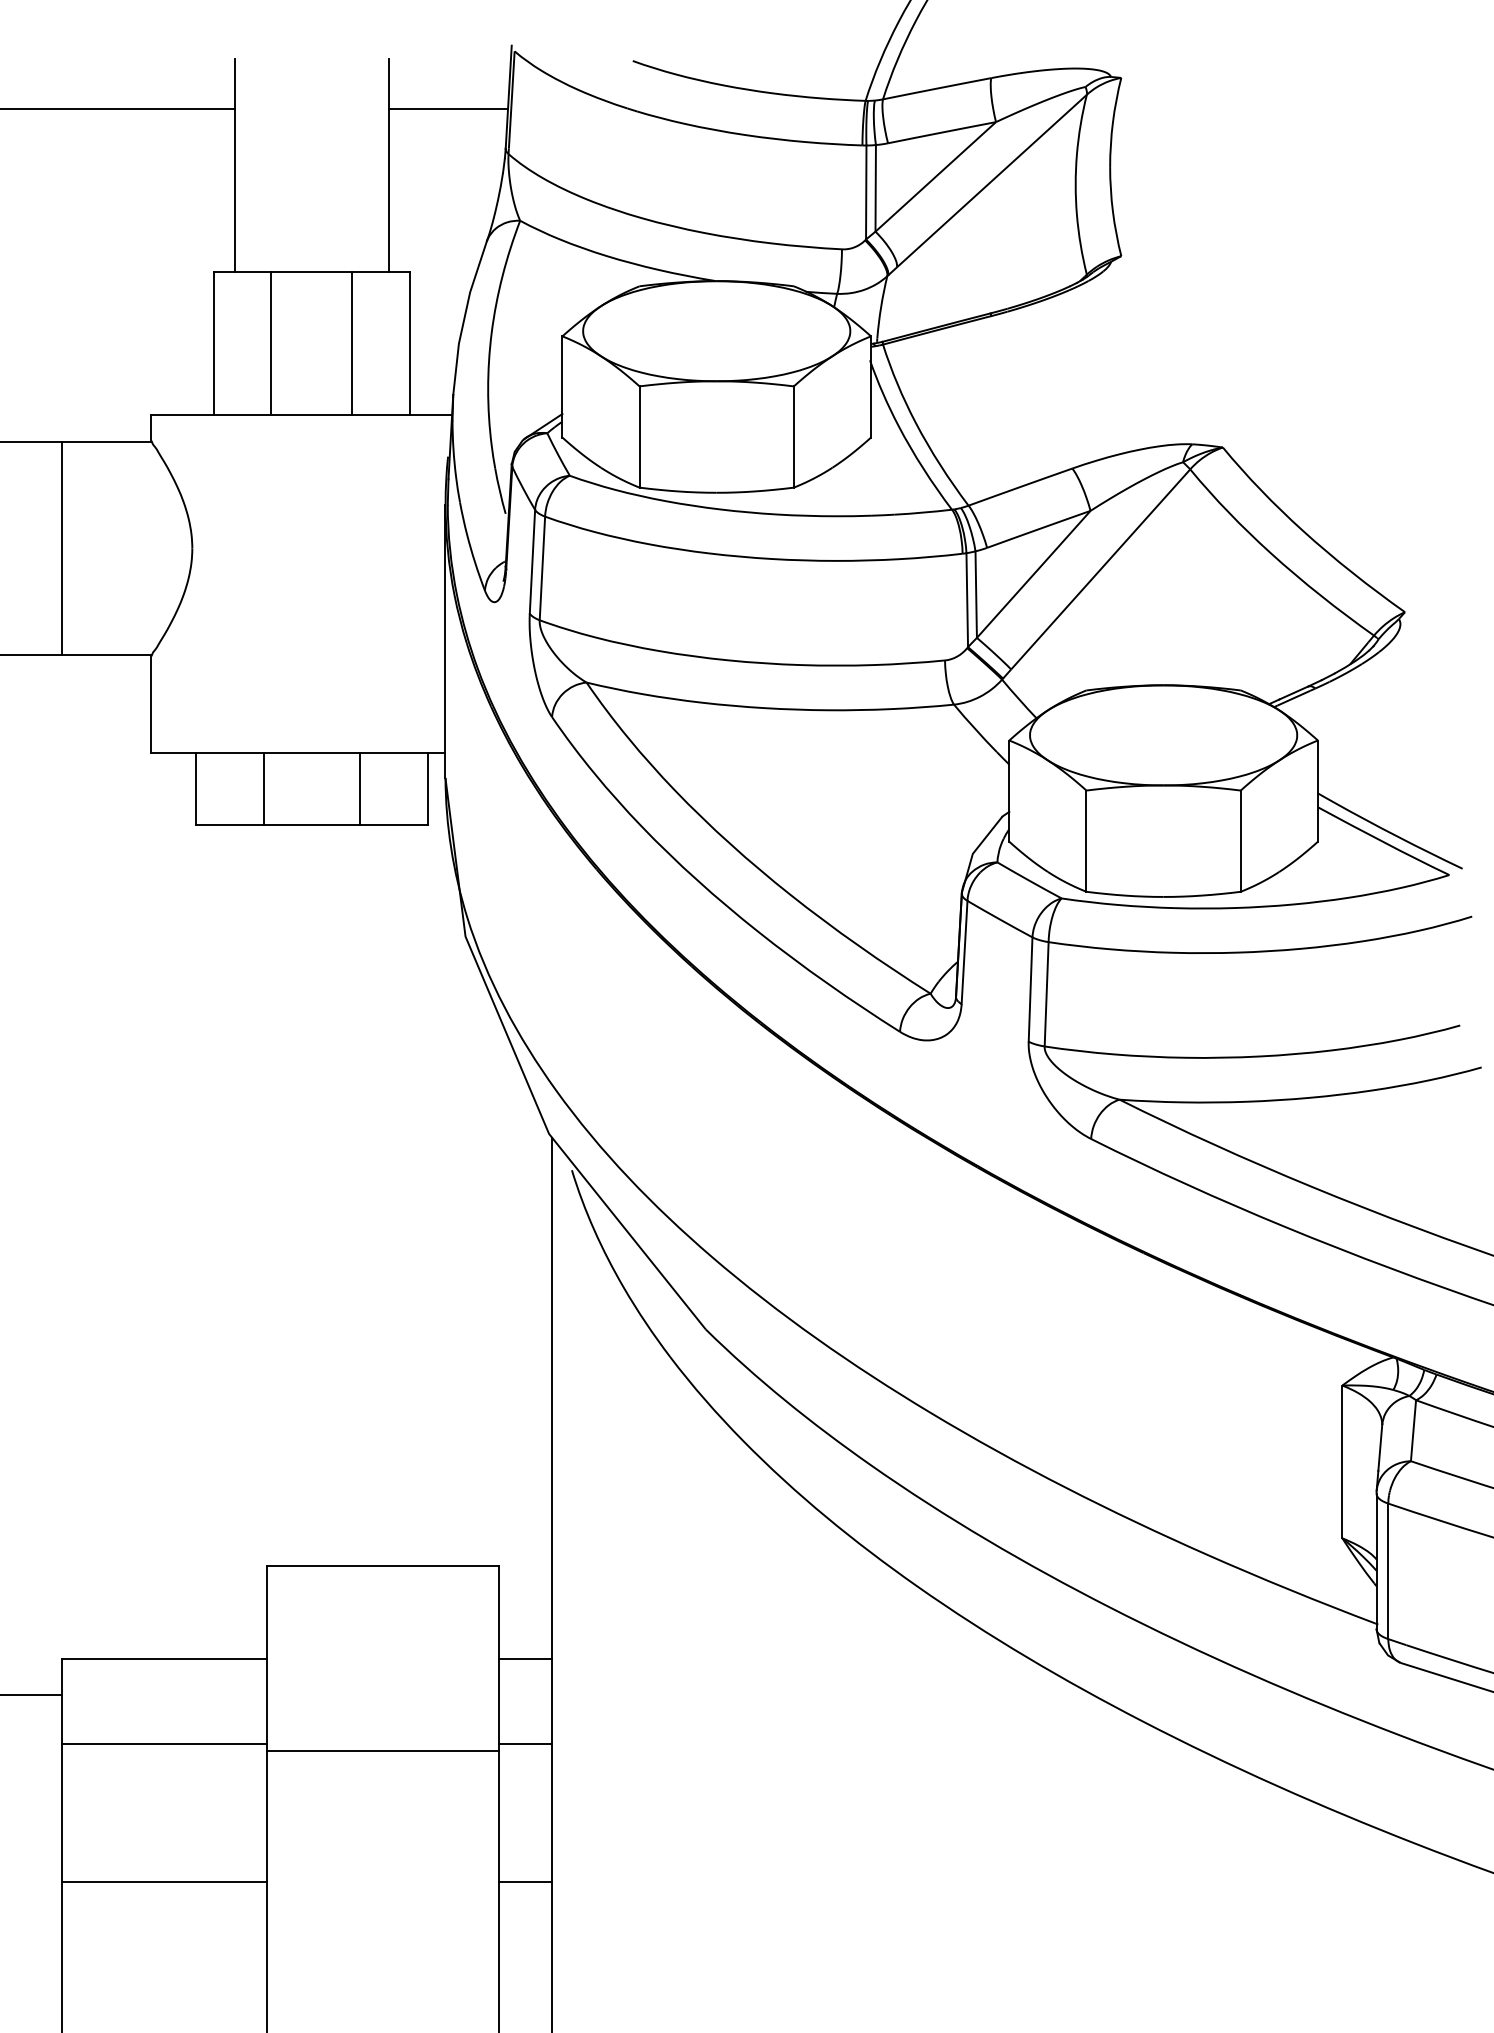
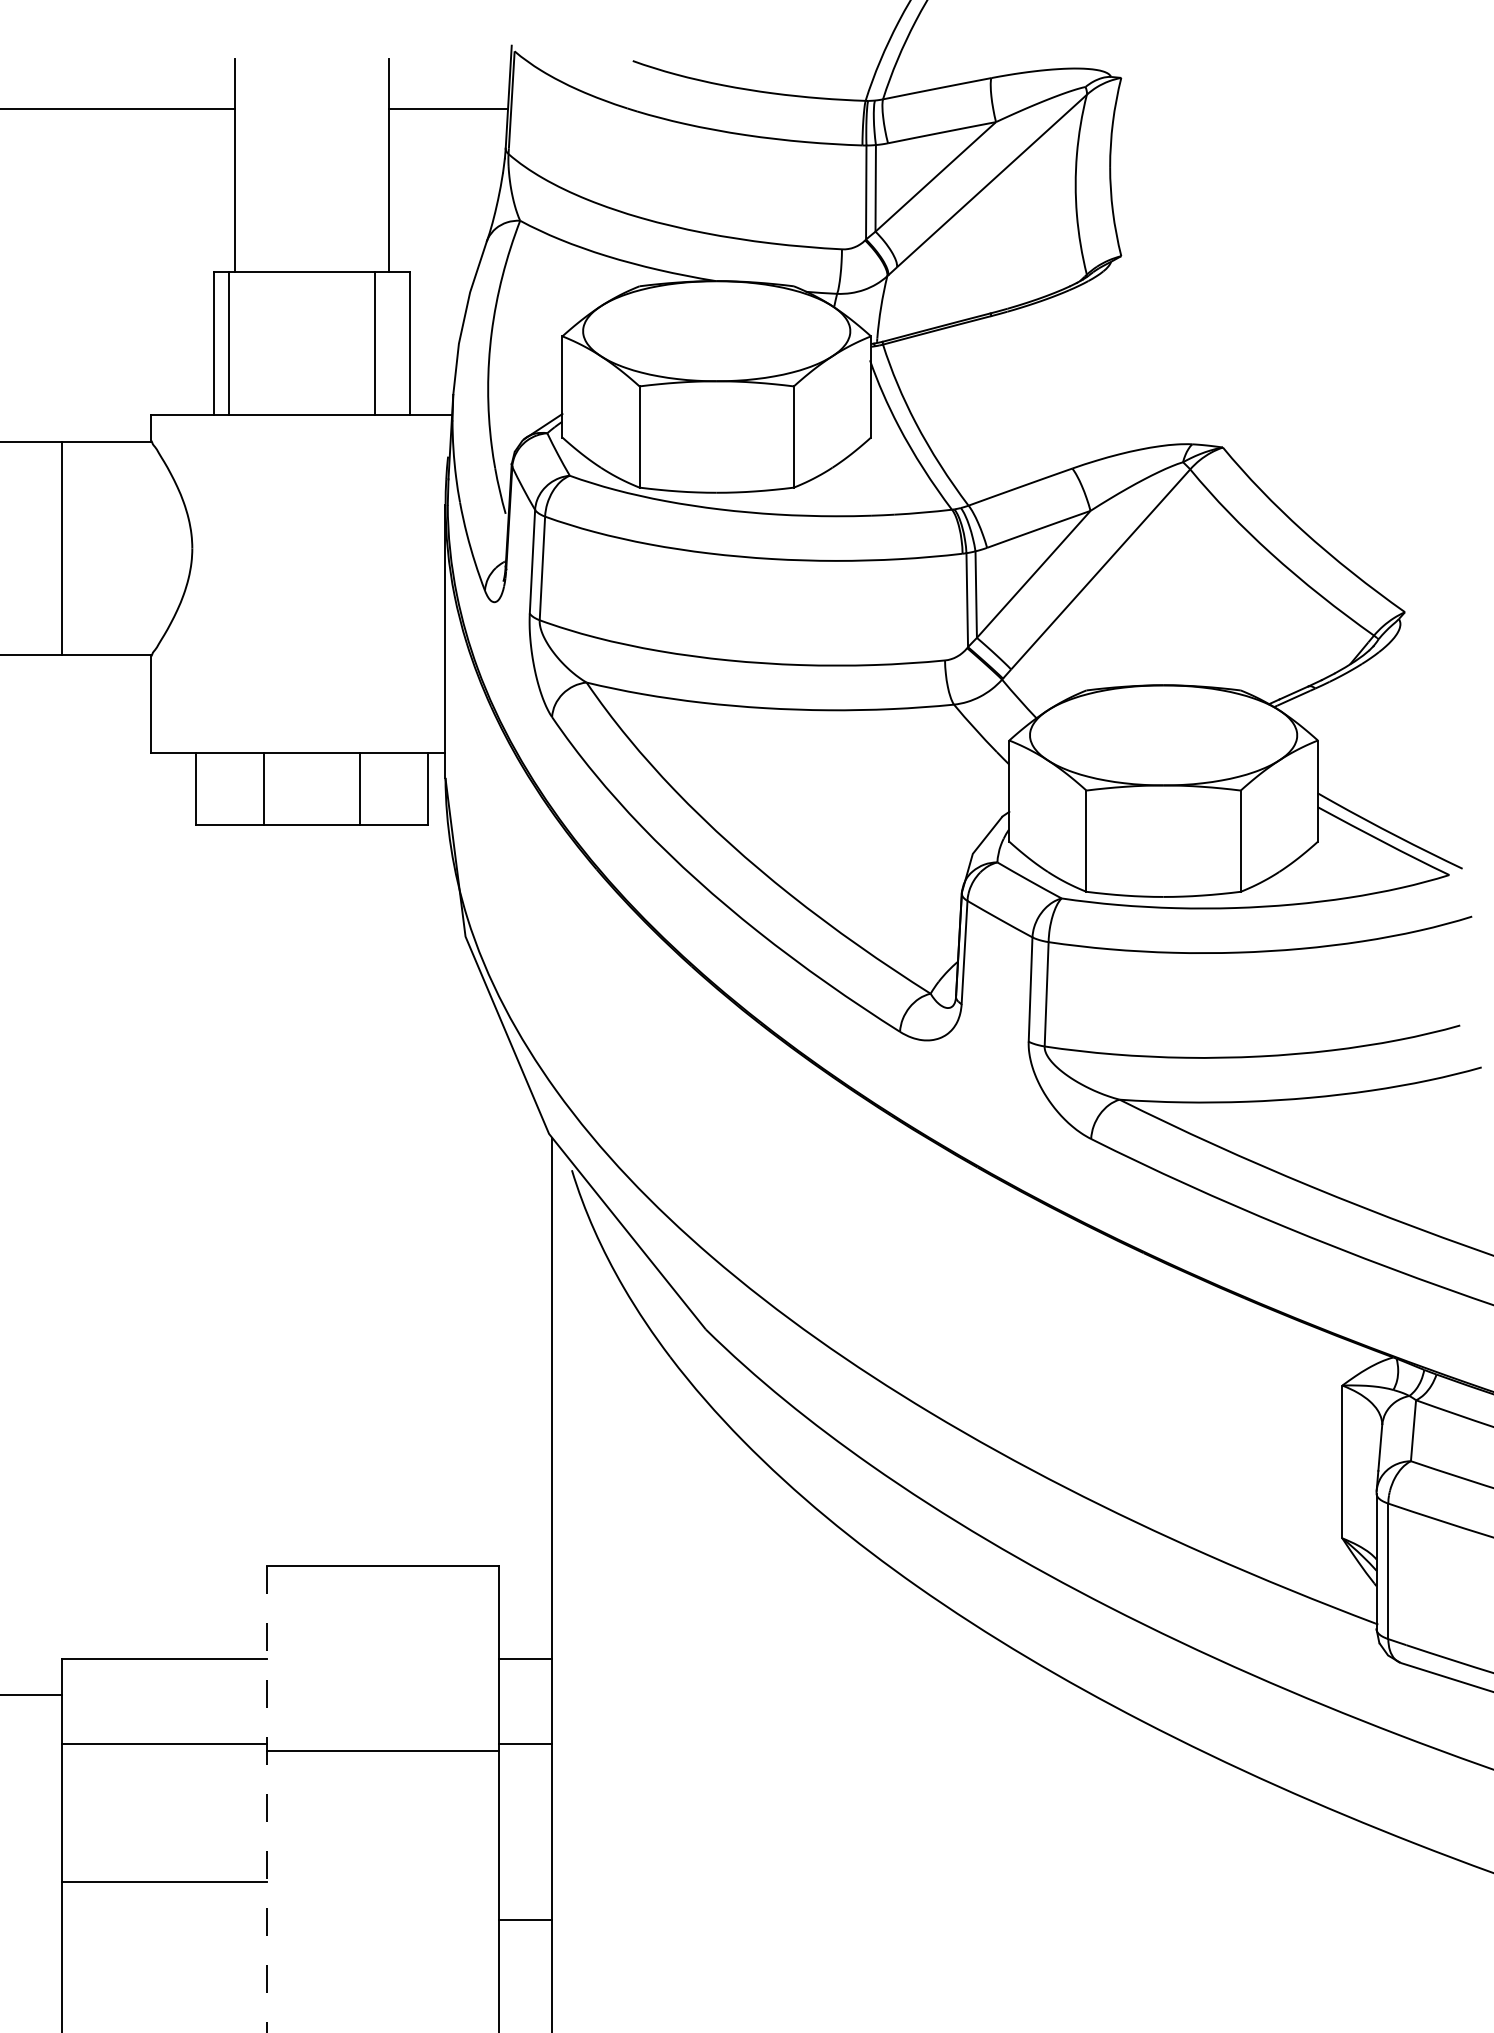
line at (271, 343) position: (271, 343) -> (229, 343)
line at (352, 343) position: (352, 343) -> (375, 343)
line at (267, 1799): solid -> dashed
line at (525, 1882) position: (525, 1882) -> (525, 1920)
